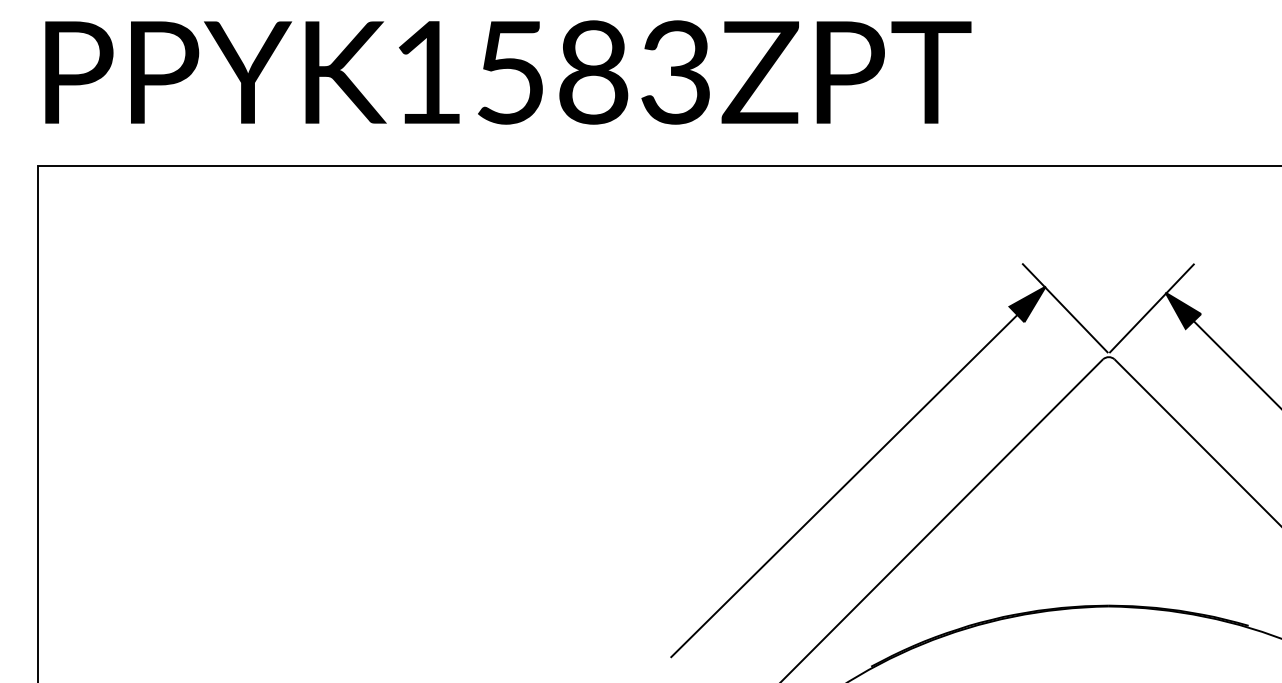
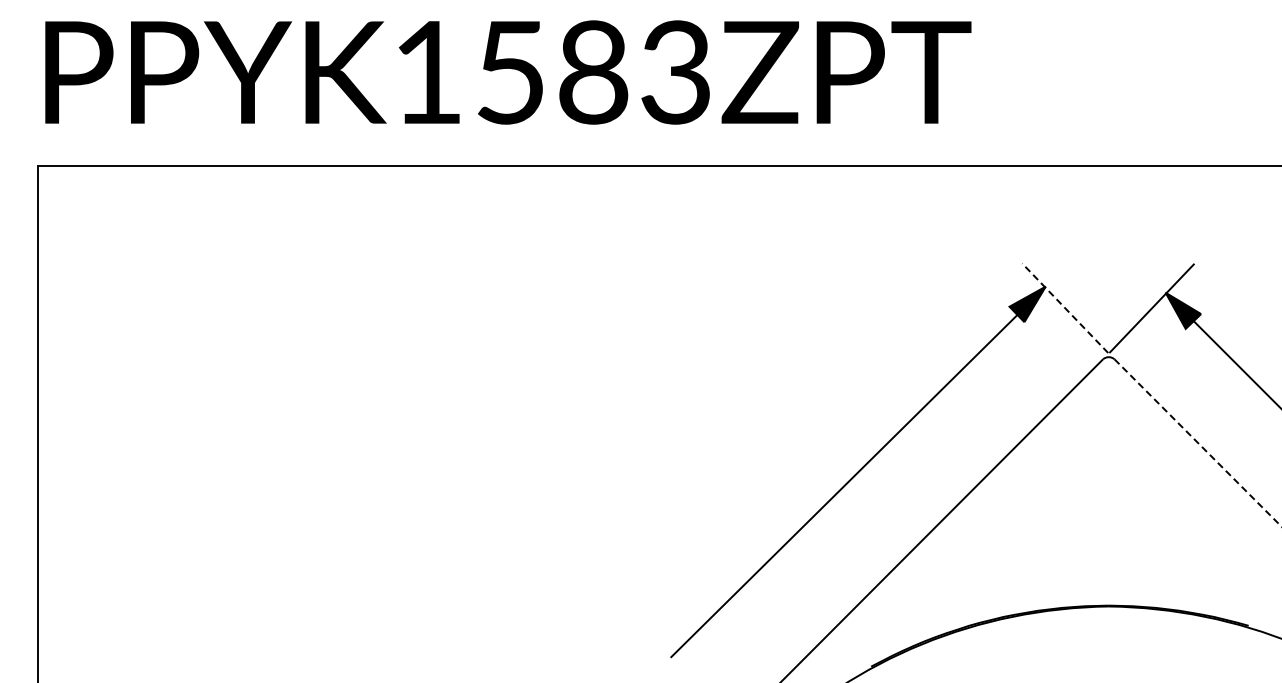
line at (1064, 307): solid -> dashed
line at (1198, 443): solid -> dashed
